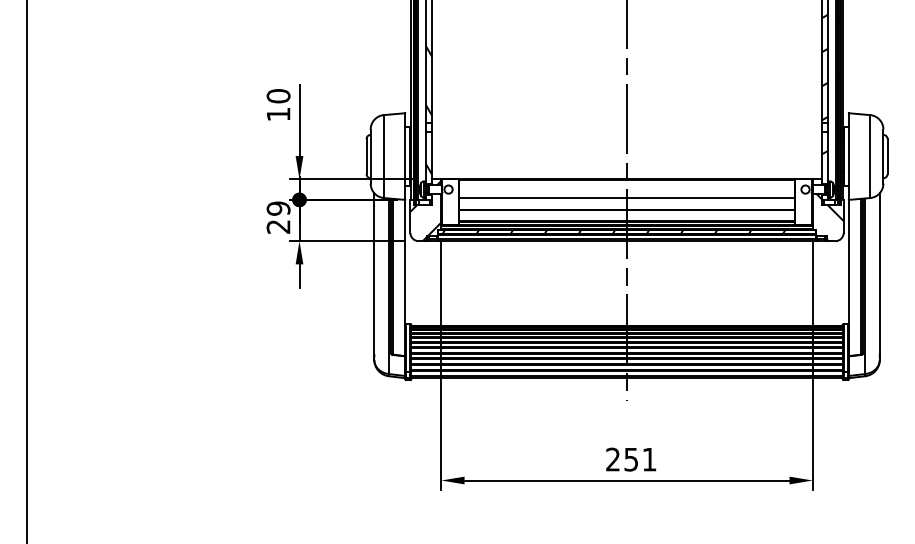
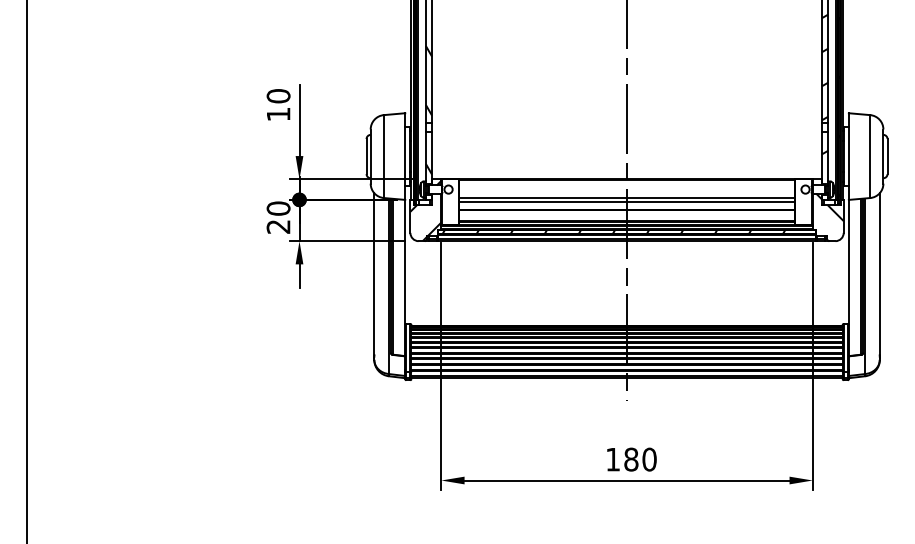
line at (626, 201): none -> present
text at (278, 208): 29 -> 20
text at (631, 459): 251 -> 180
